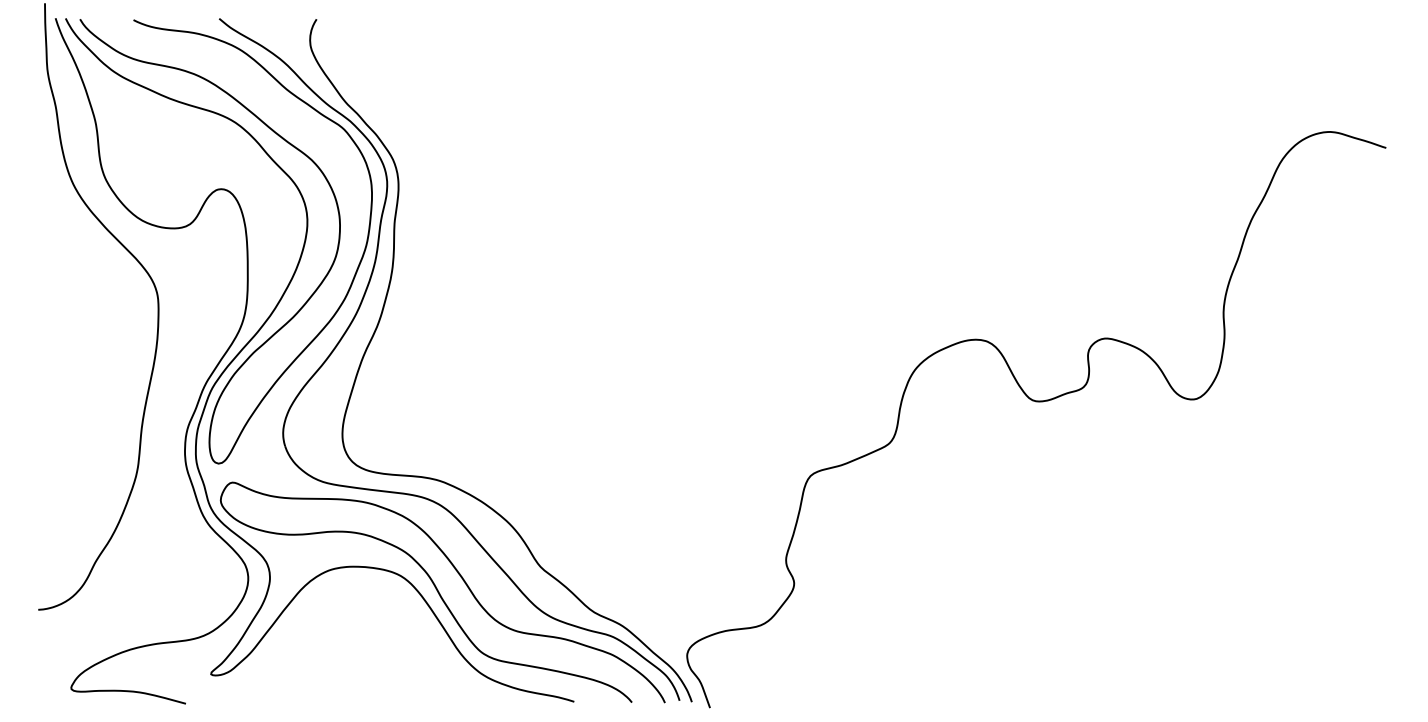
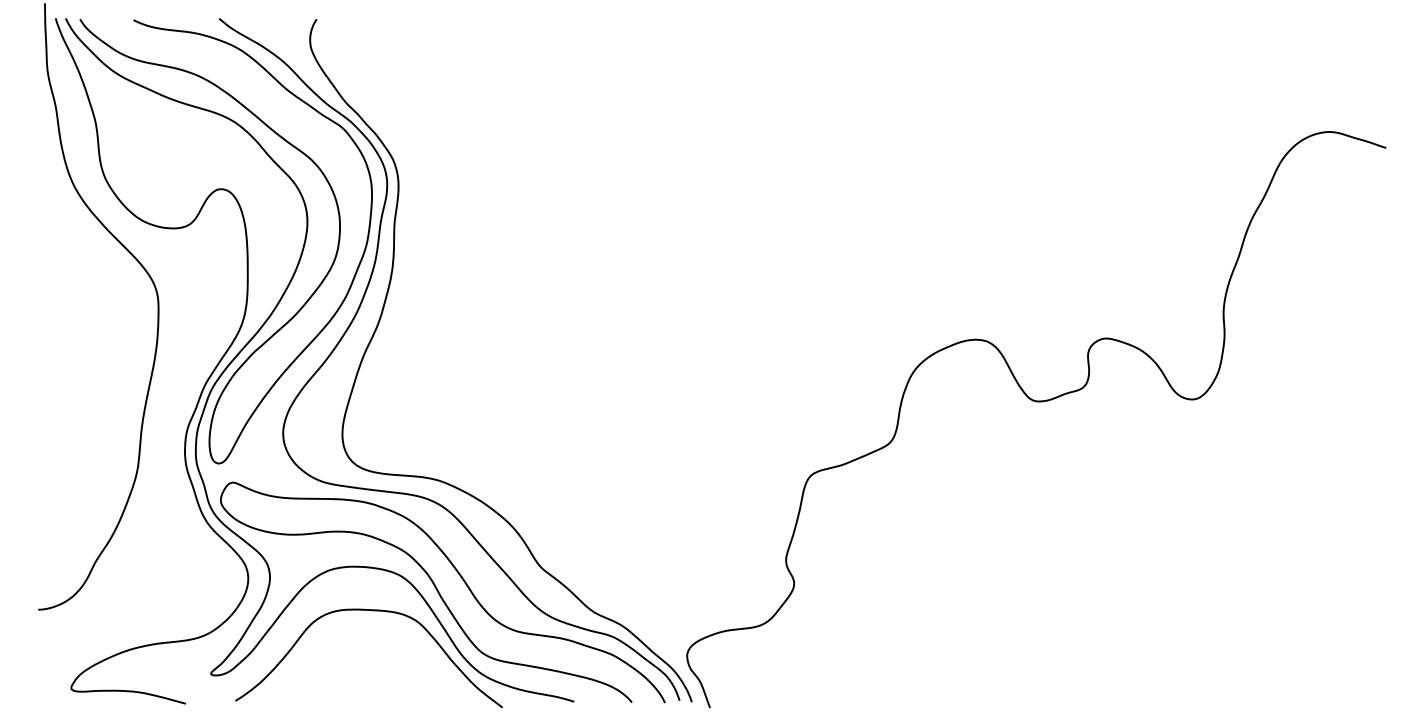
curve at (372, 611): none -> present
